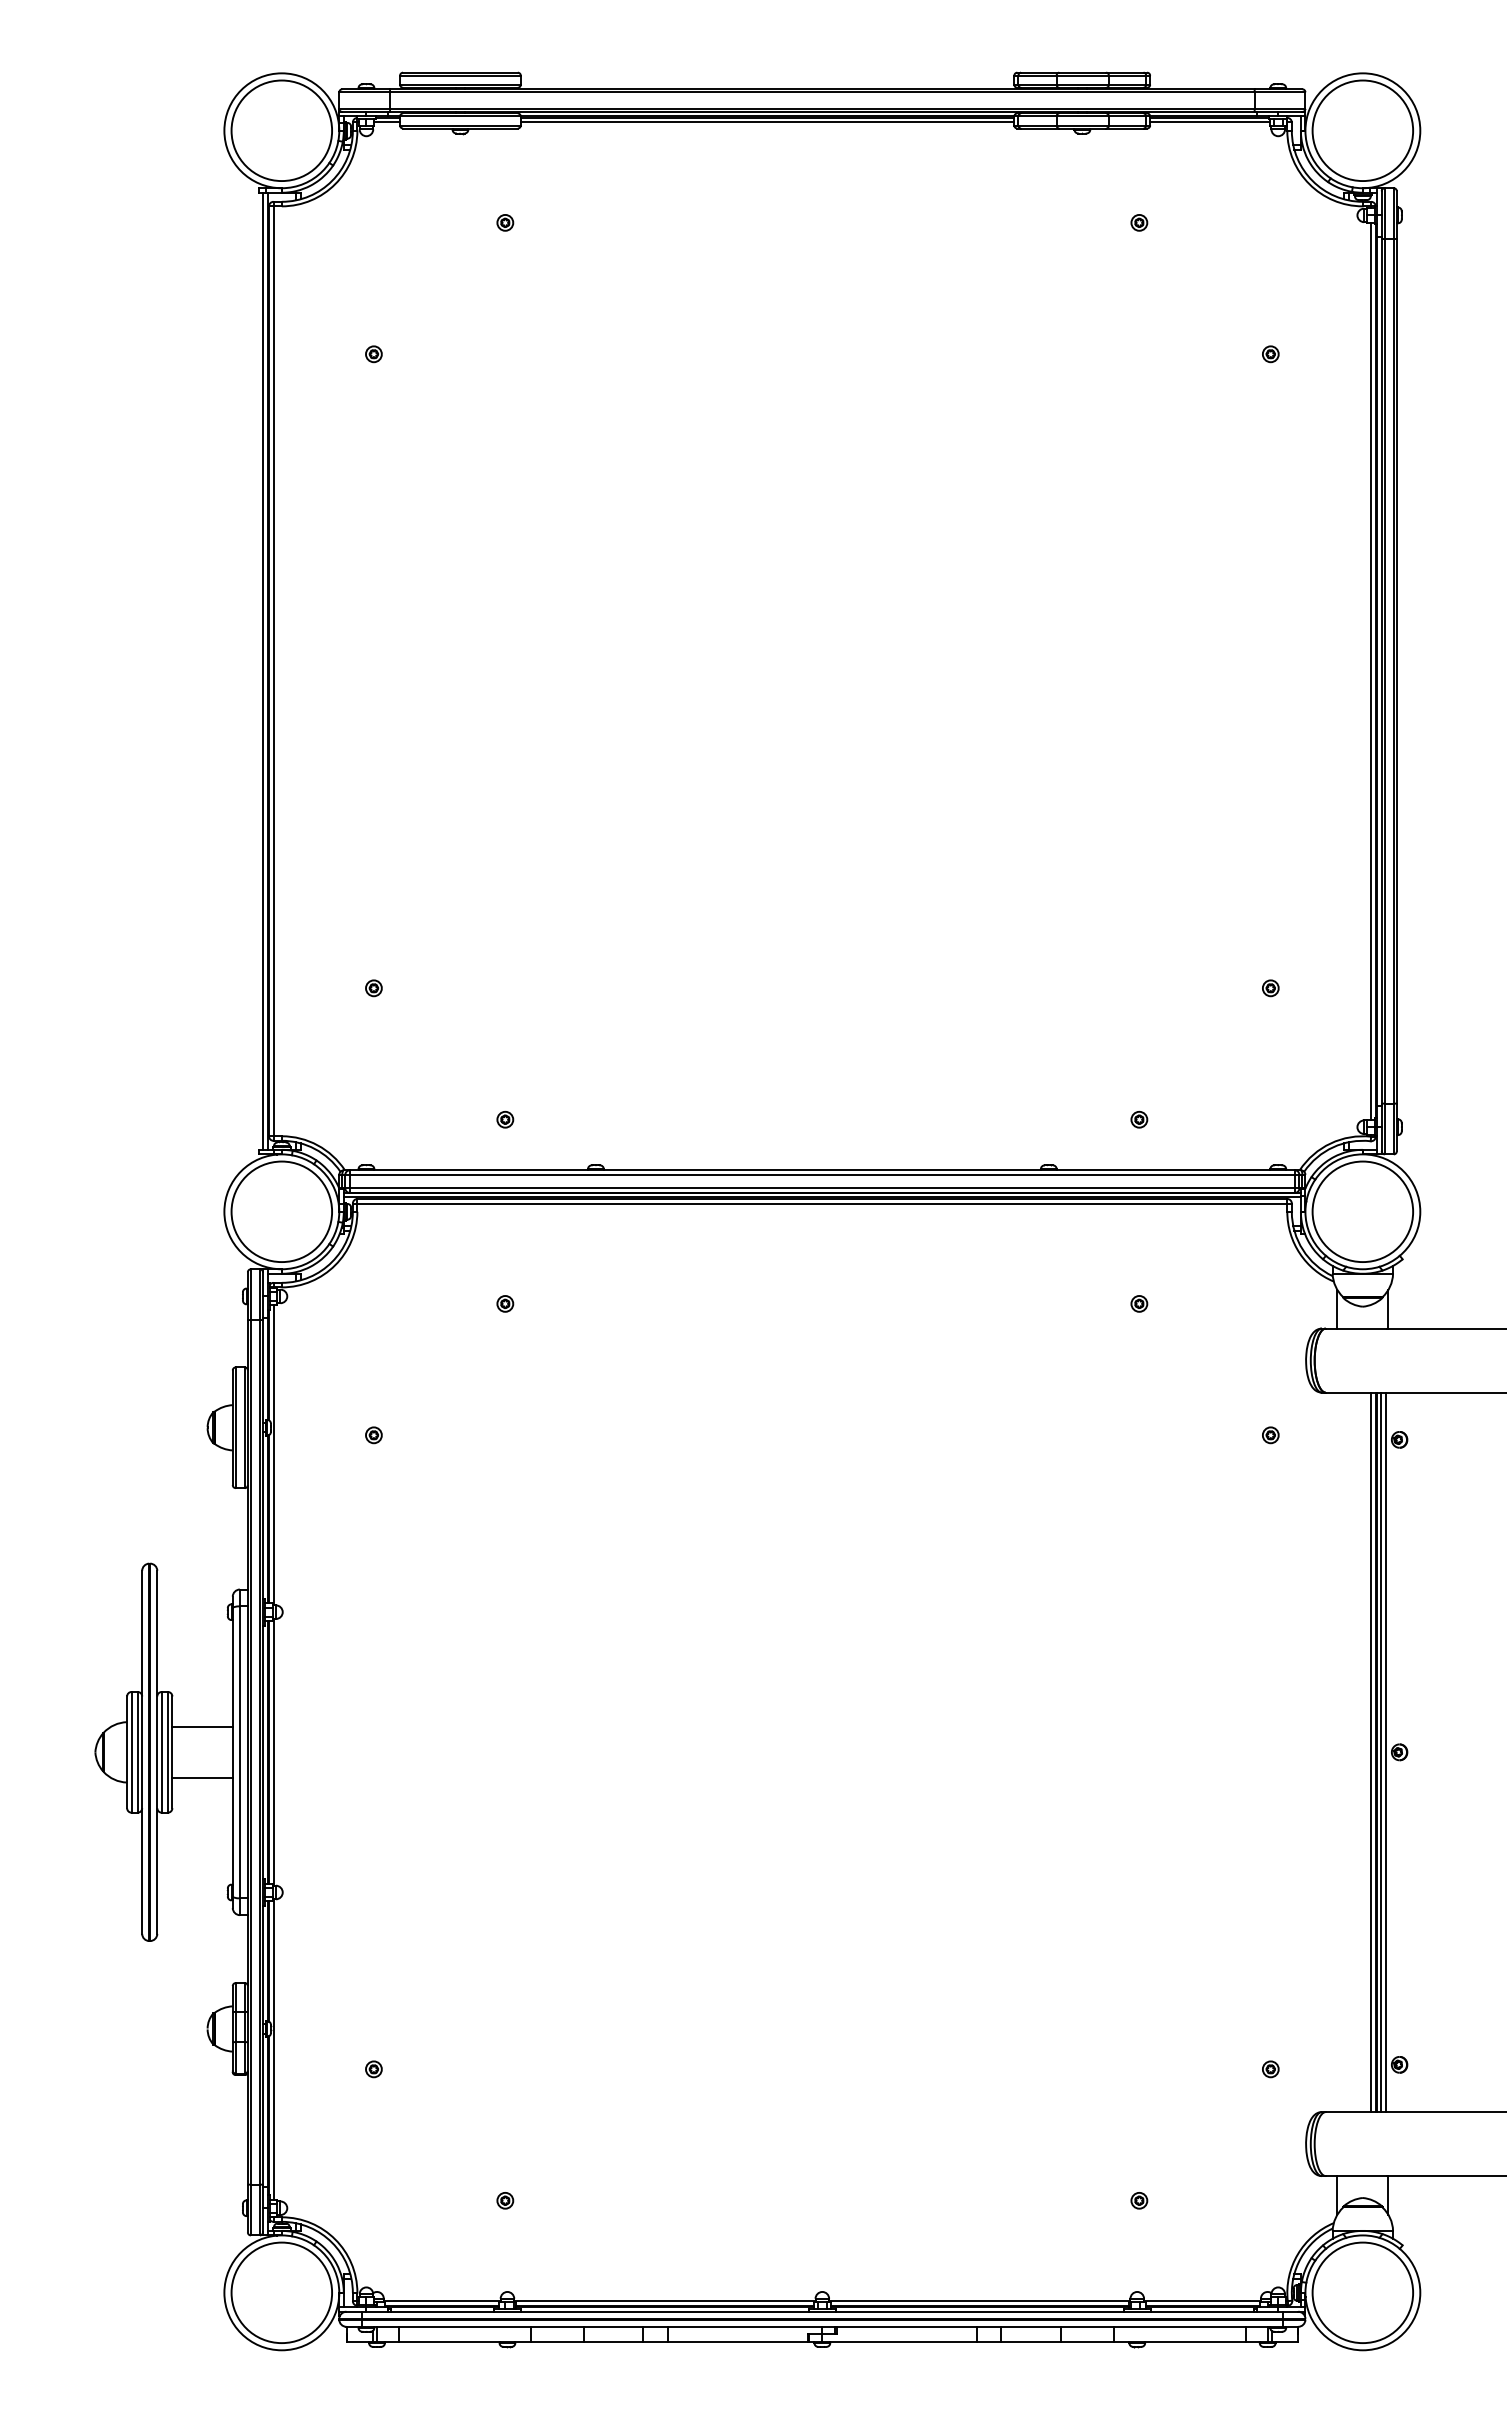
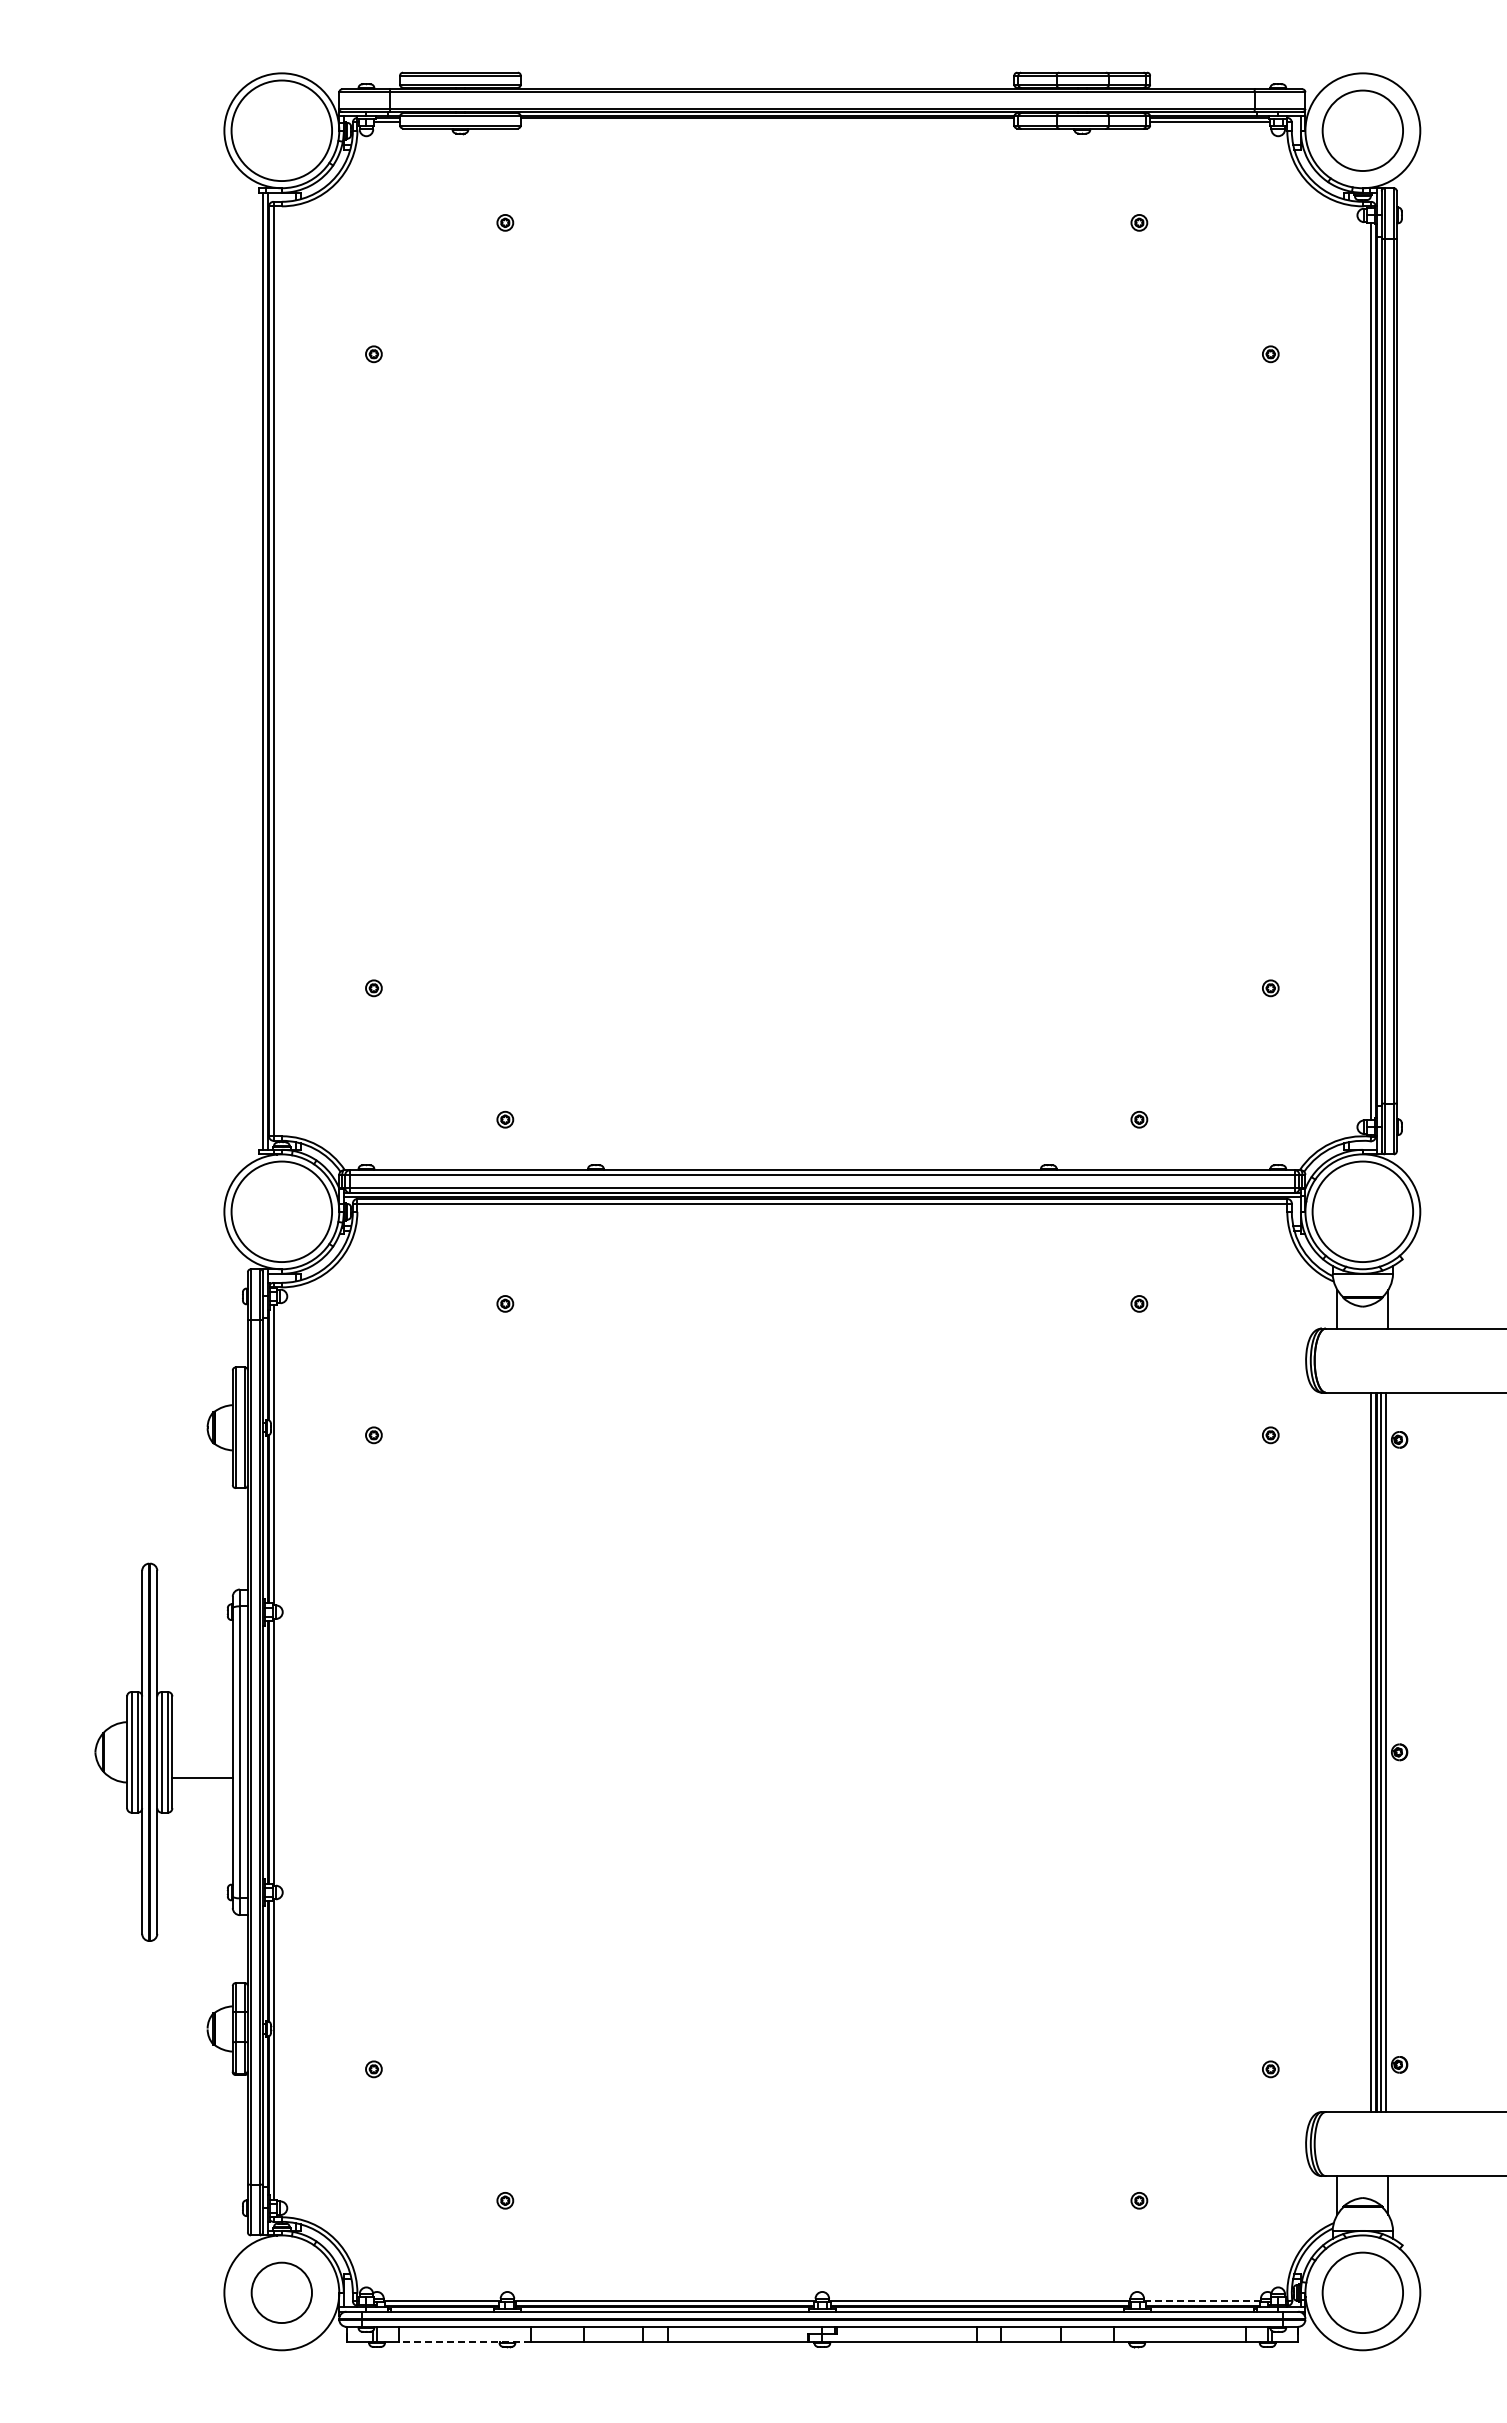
line at (767, 122): present -> none
circle at (1362, 130) diameter: 101 px -> 80 px
line at (202, 1726): present -> none
circle at (281, 2292) diameter: 101 px -> 60 px
circle at (1362, 2292) diameter: 101 px -> 80 px
line at (1201, 2301): solid -> dashed
line at (464, 2341): solid -> dashed
